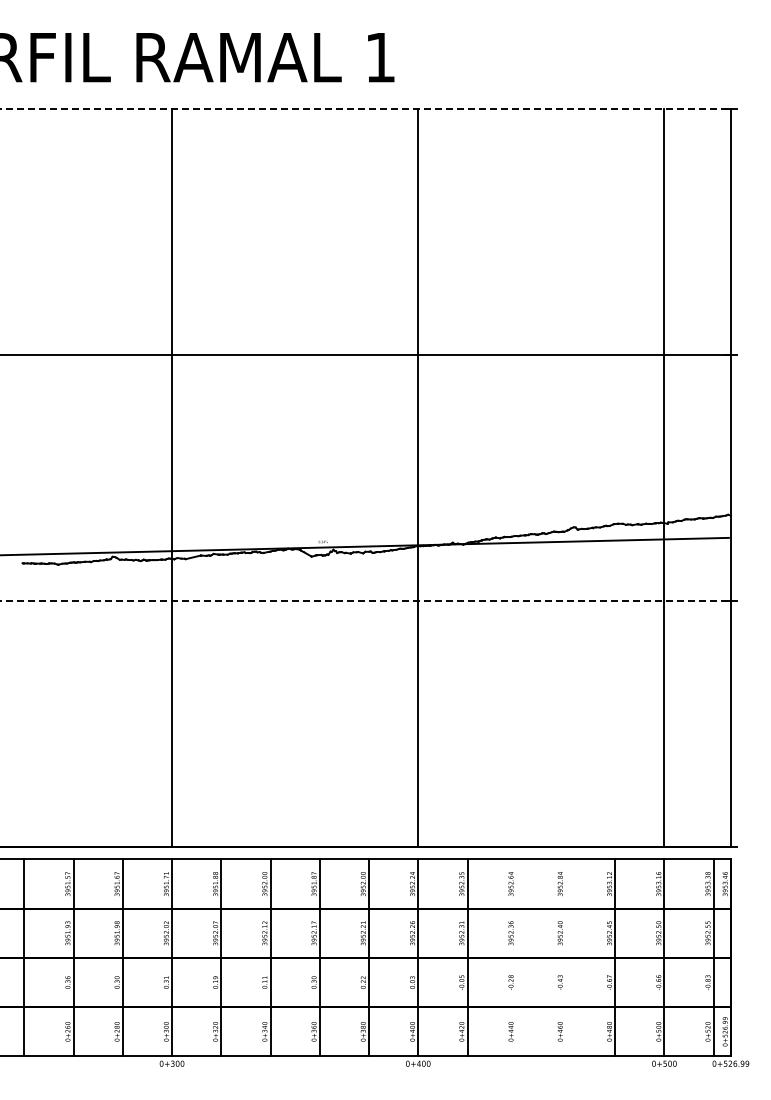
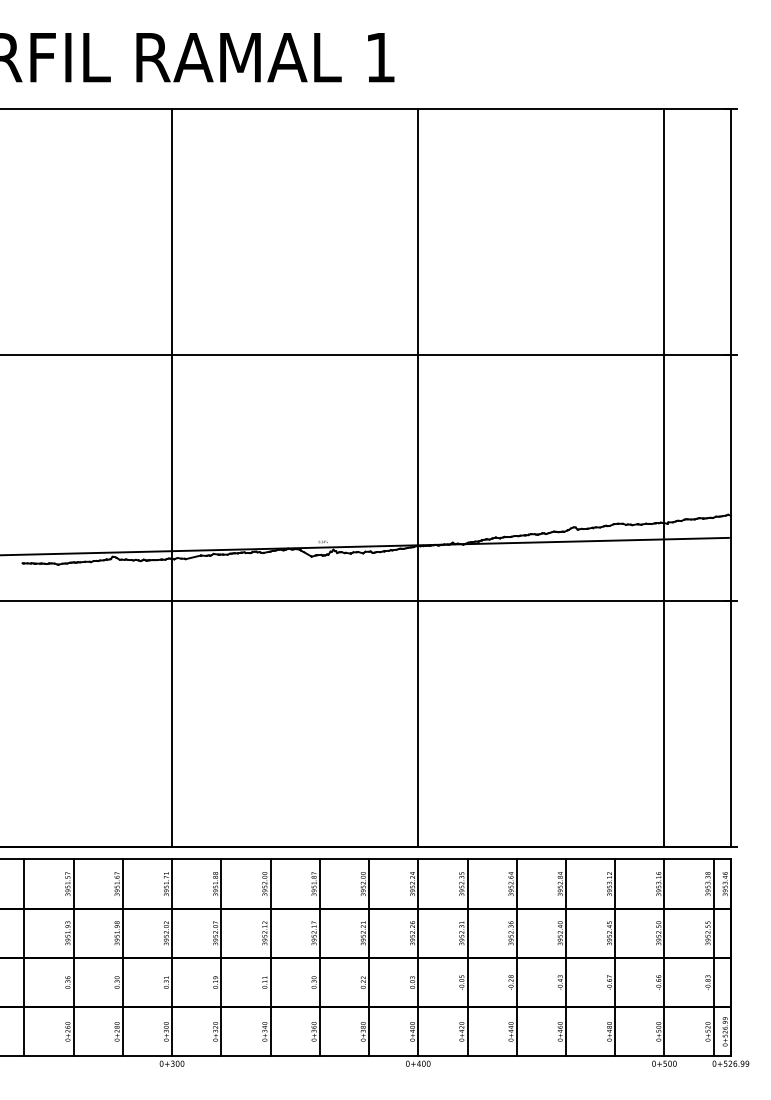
line at (366, 108): dashed -> solid
line at (366, 600): dashed -> solid
line at (516, 957): none -> present
line at (565, 957): none -> present
